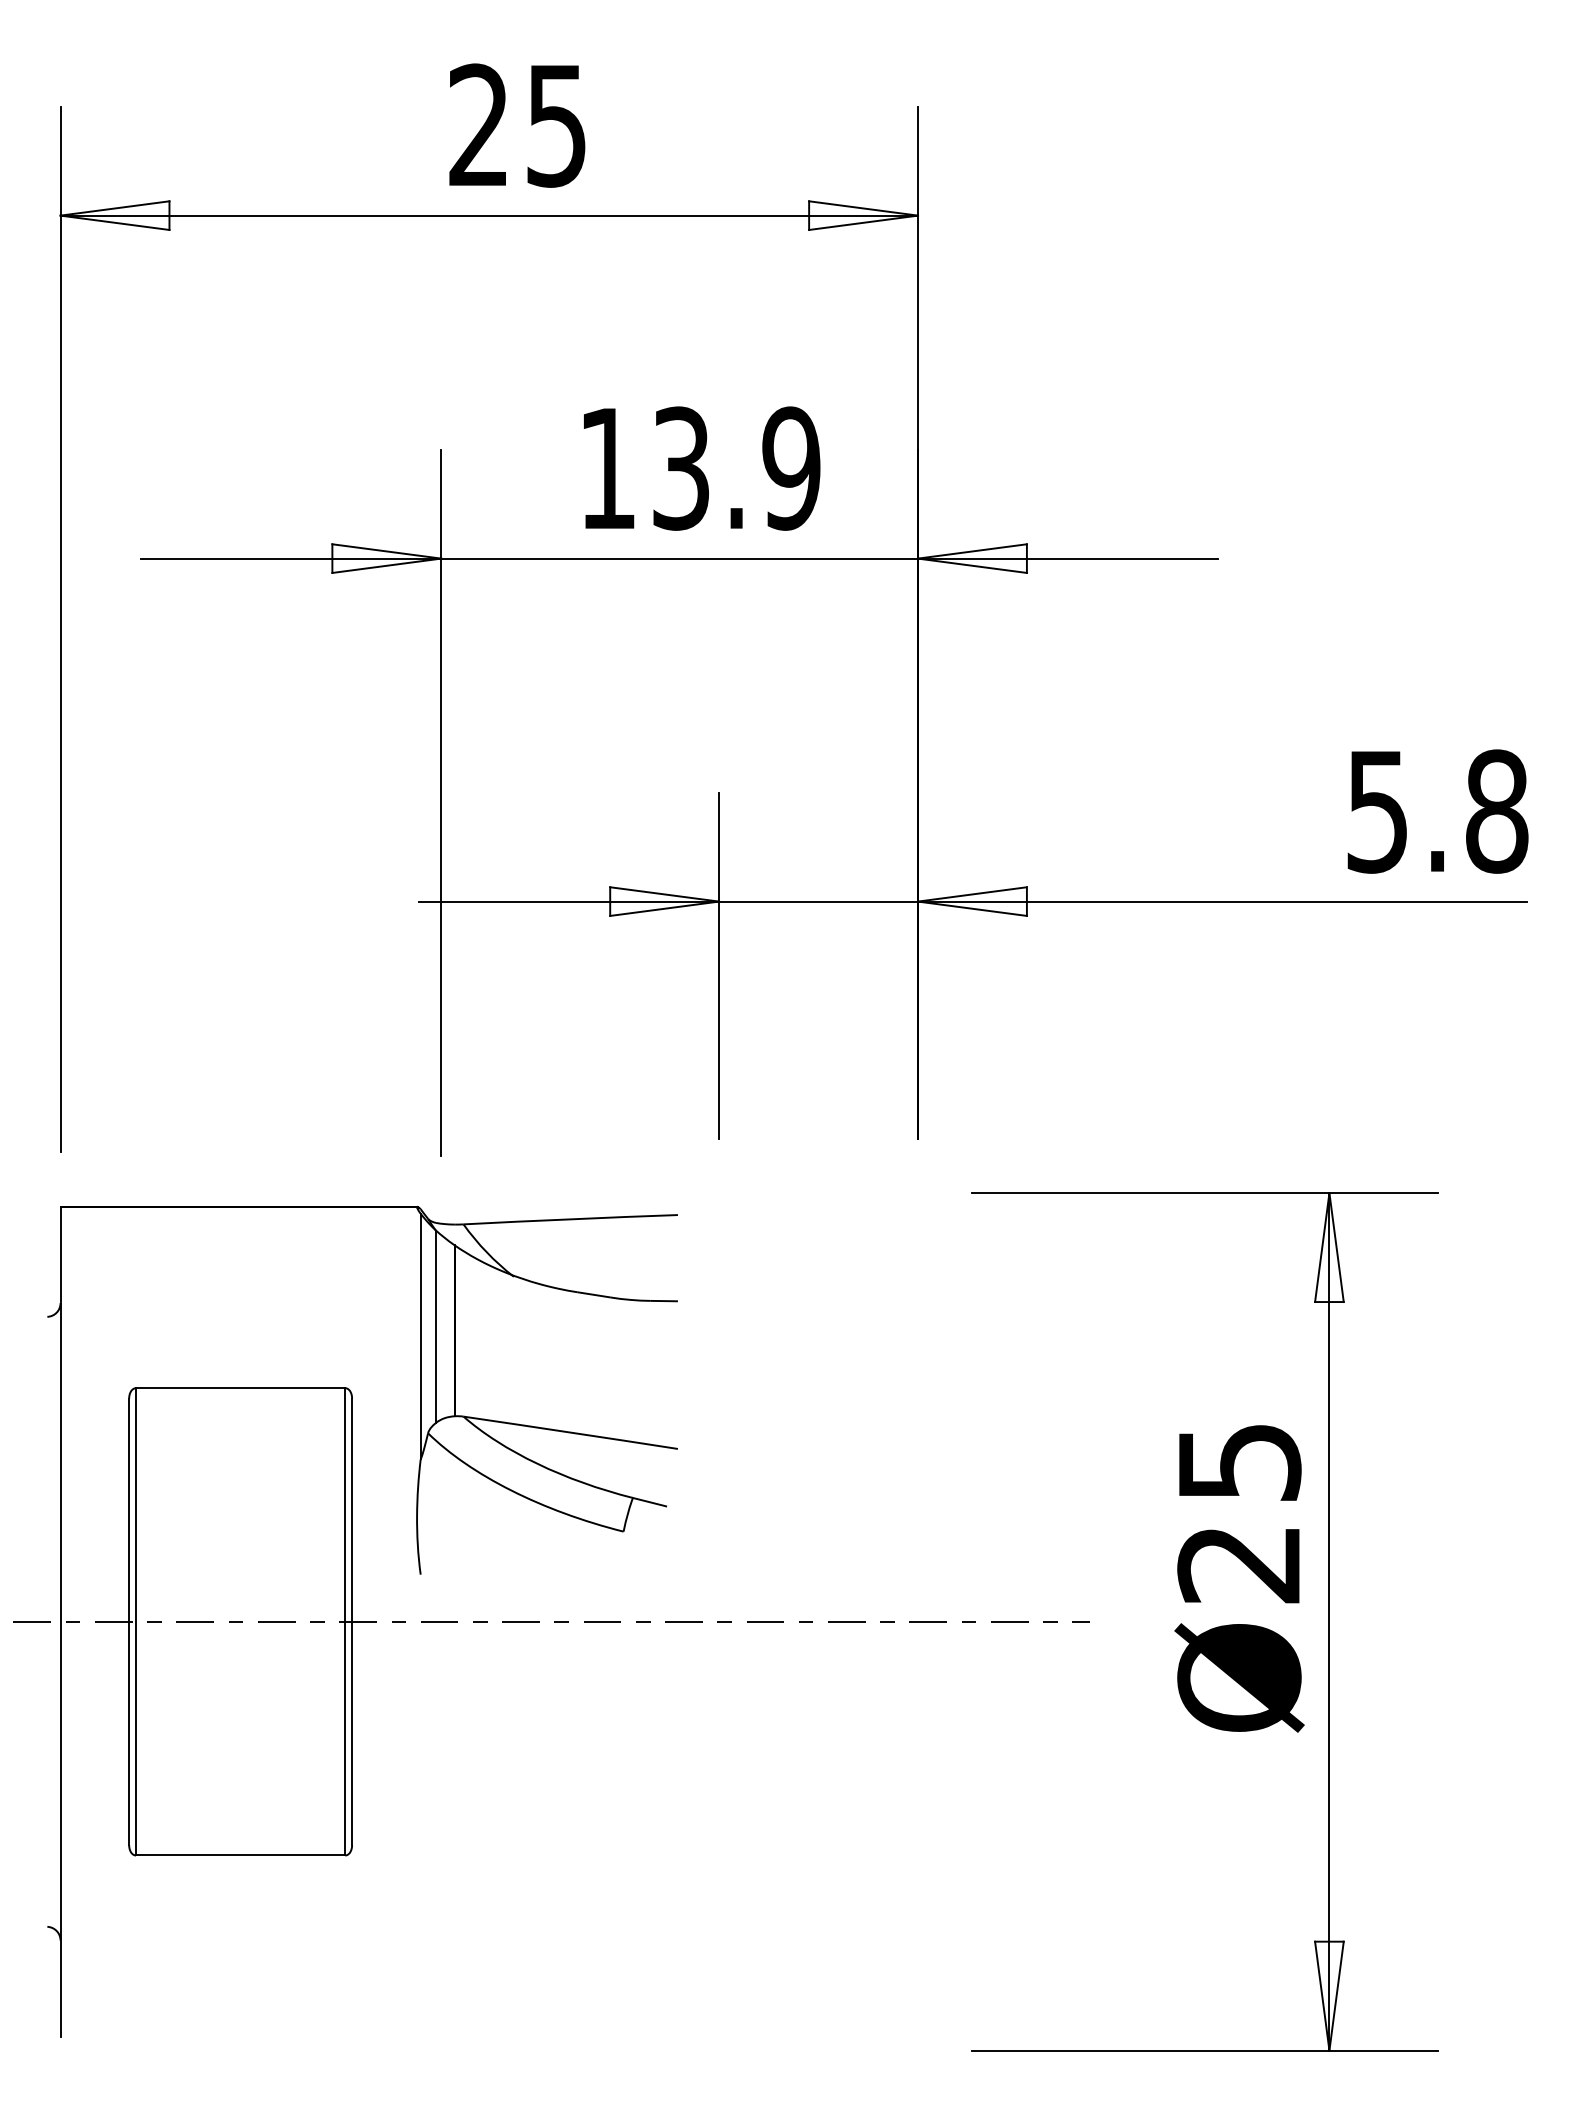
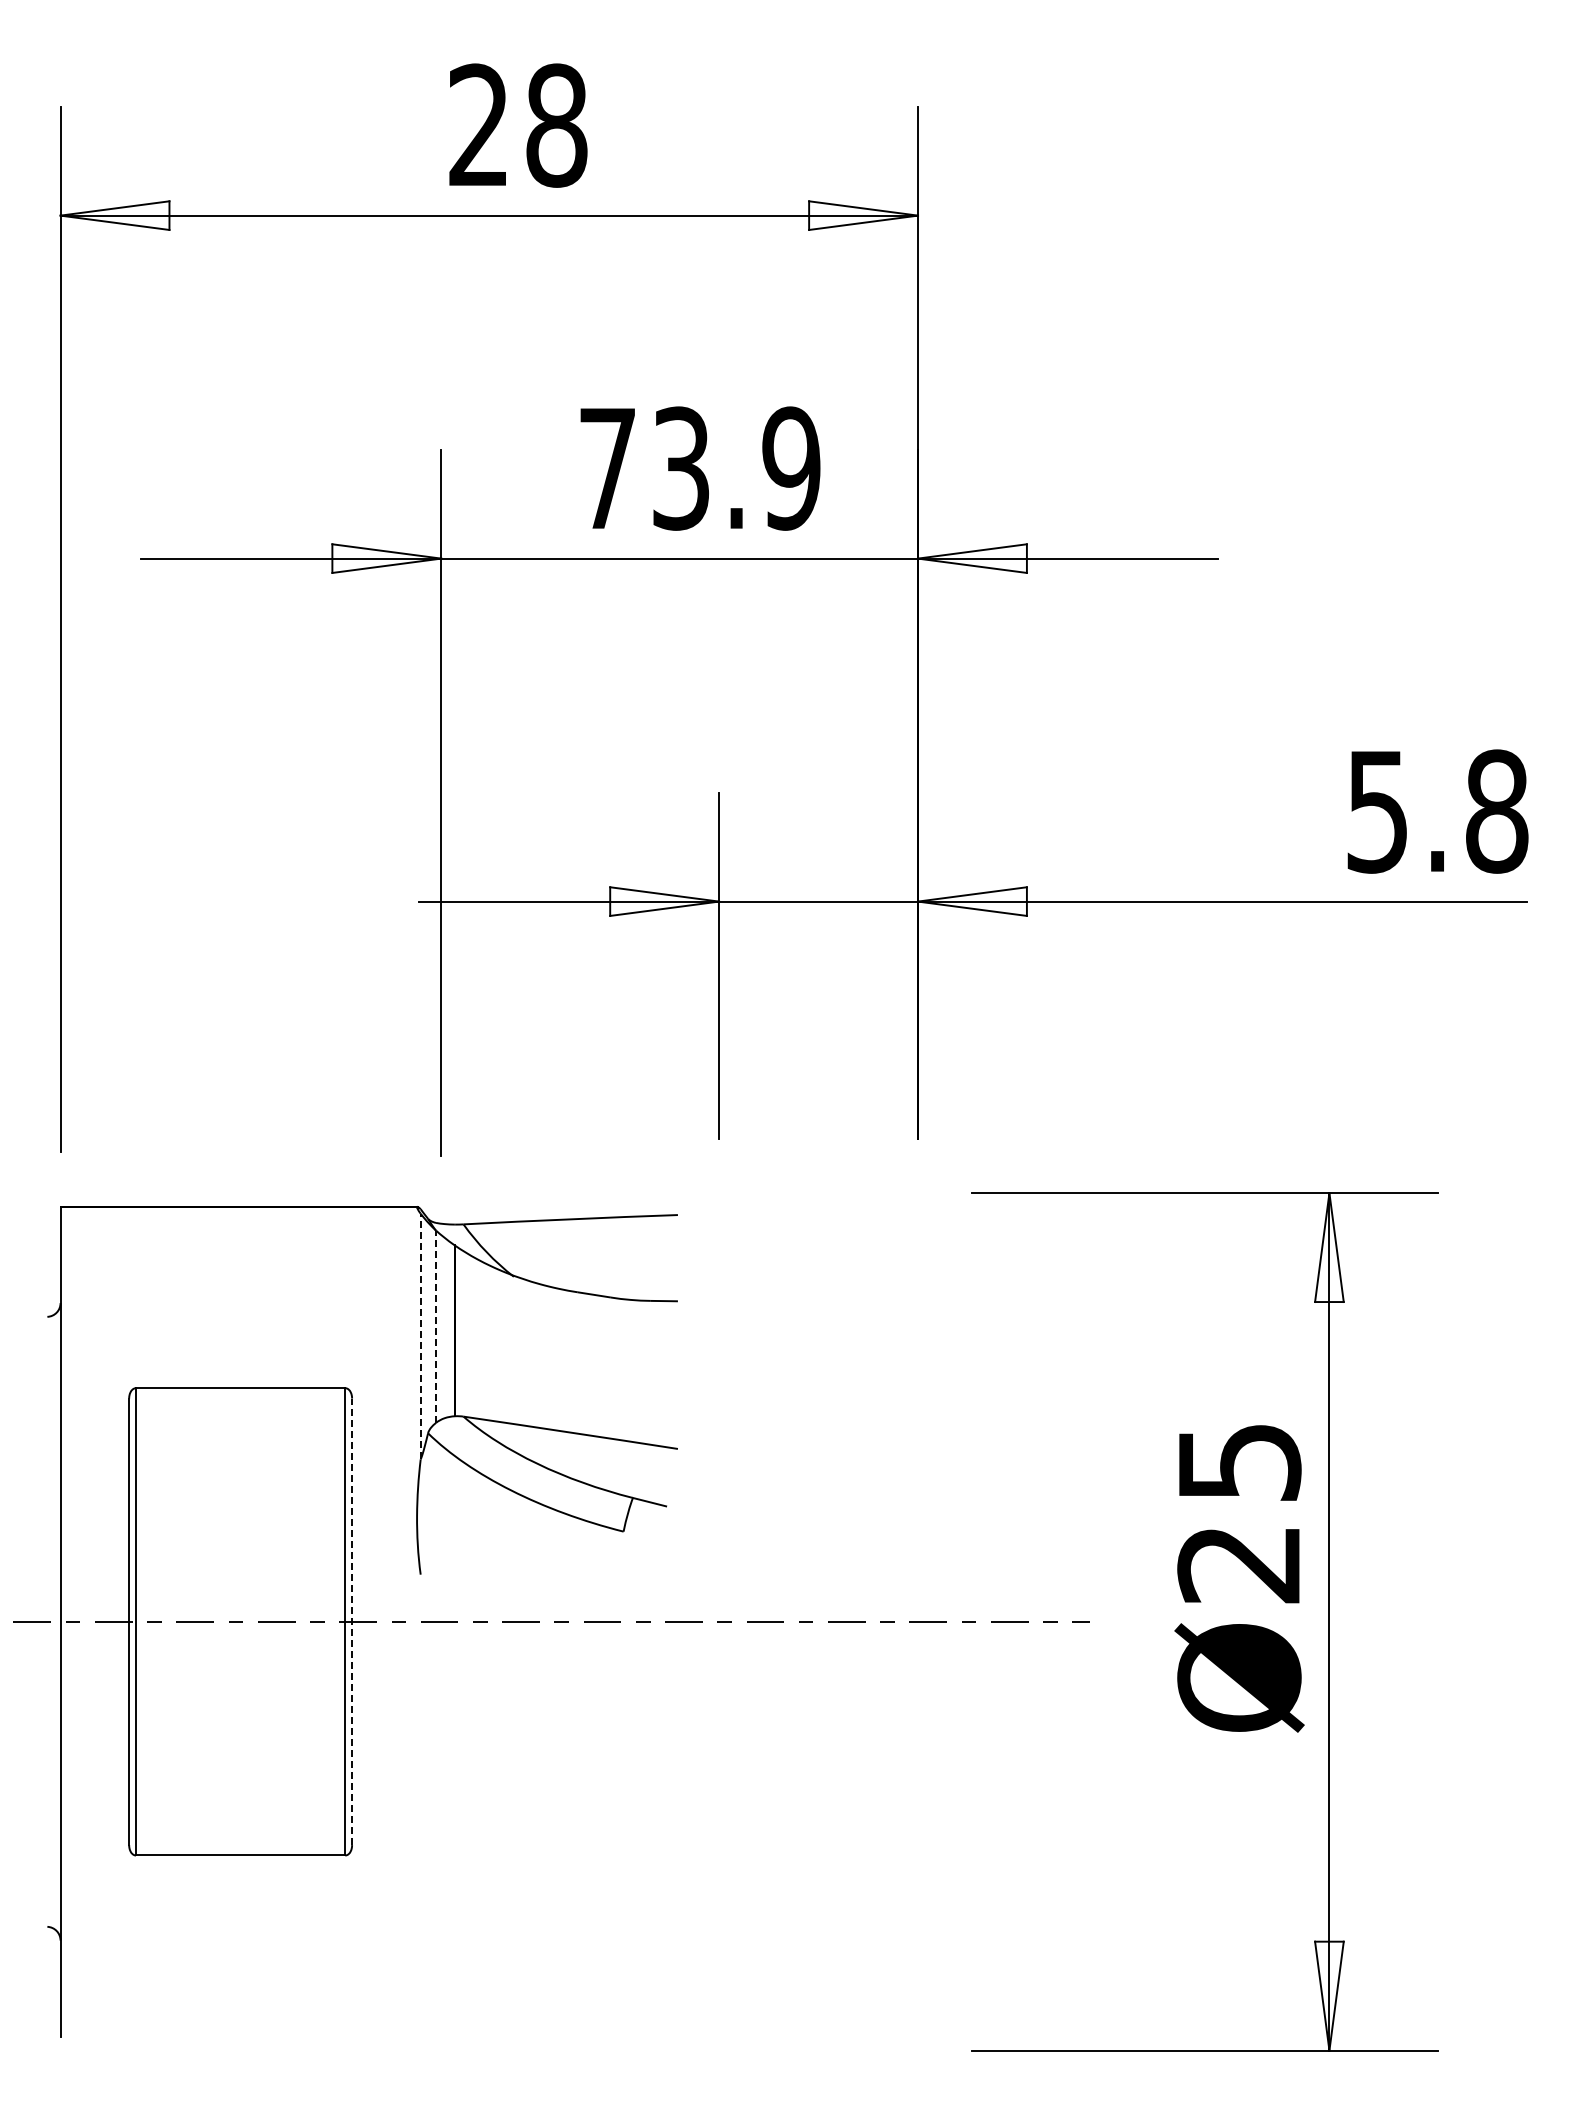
text at (556, 125): 25 -> 28
text at (607, 468): 13.9 -> 73.9
line at (436, 1326): solid -> dashed
line at (420, 1336): solid -> dashed
line at (352, 1621): solid -> dashed
